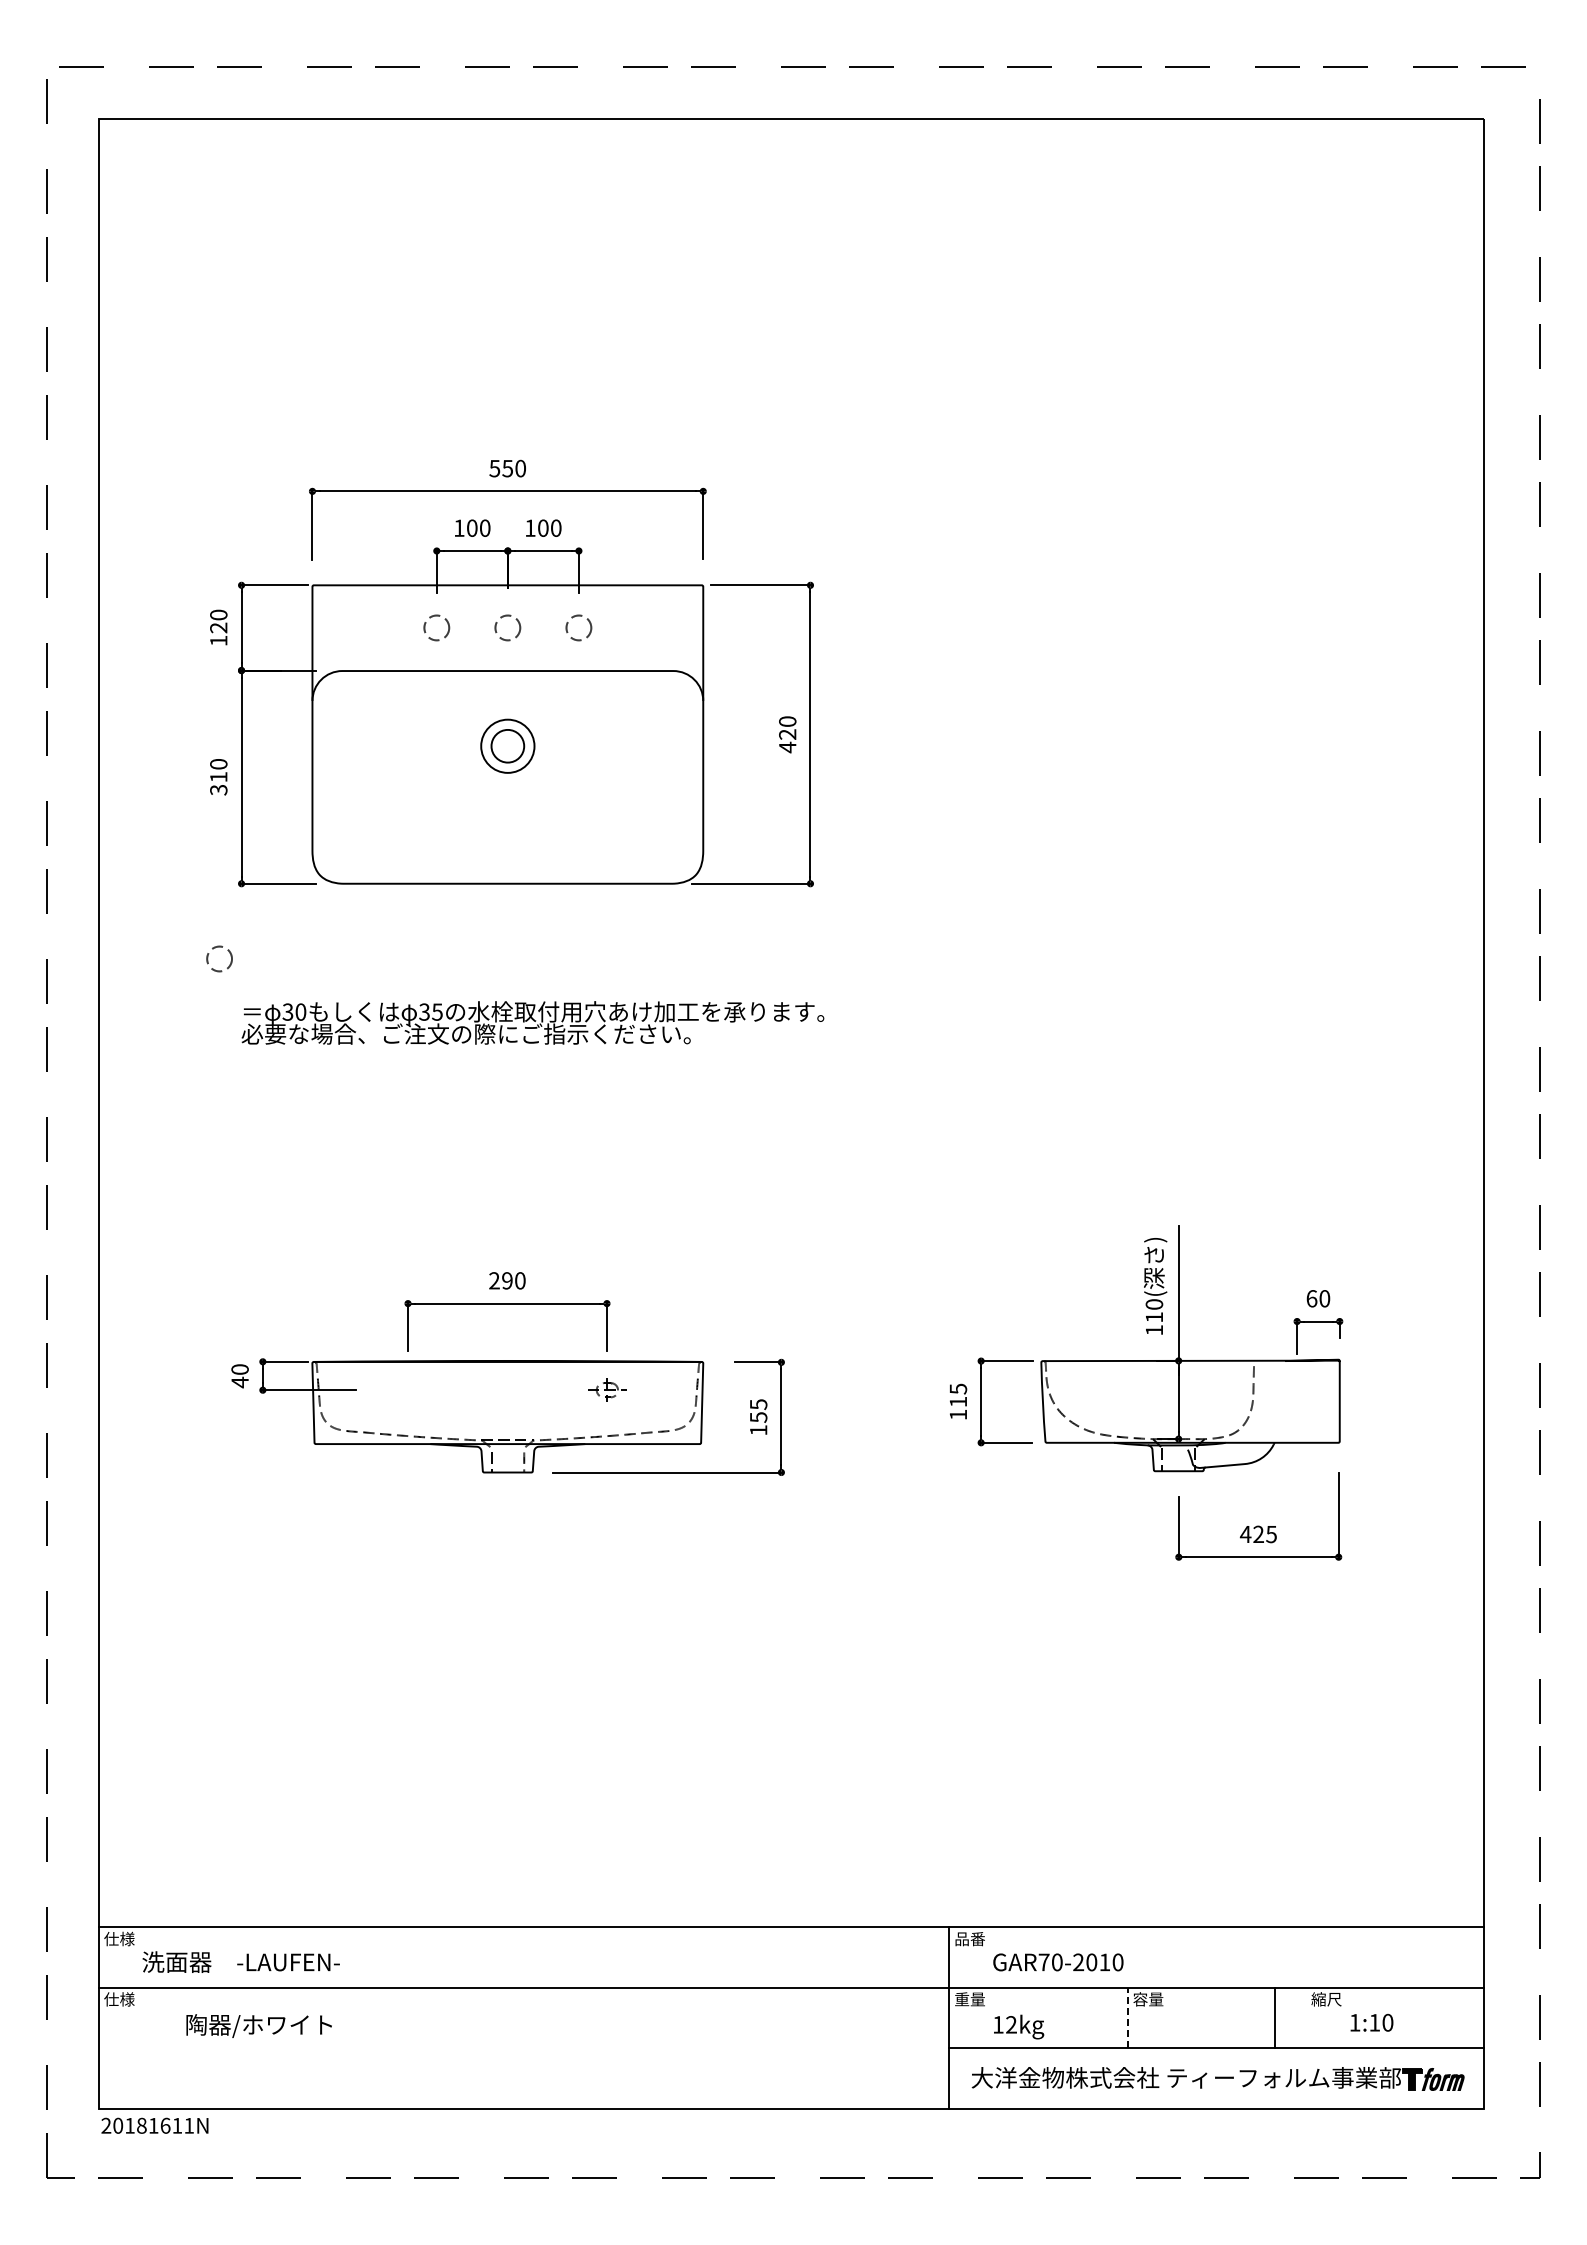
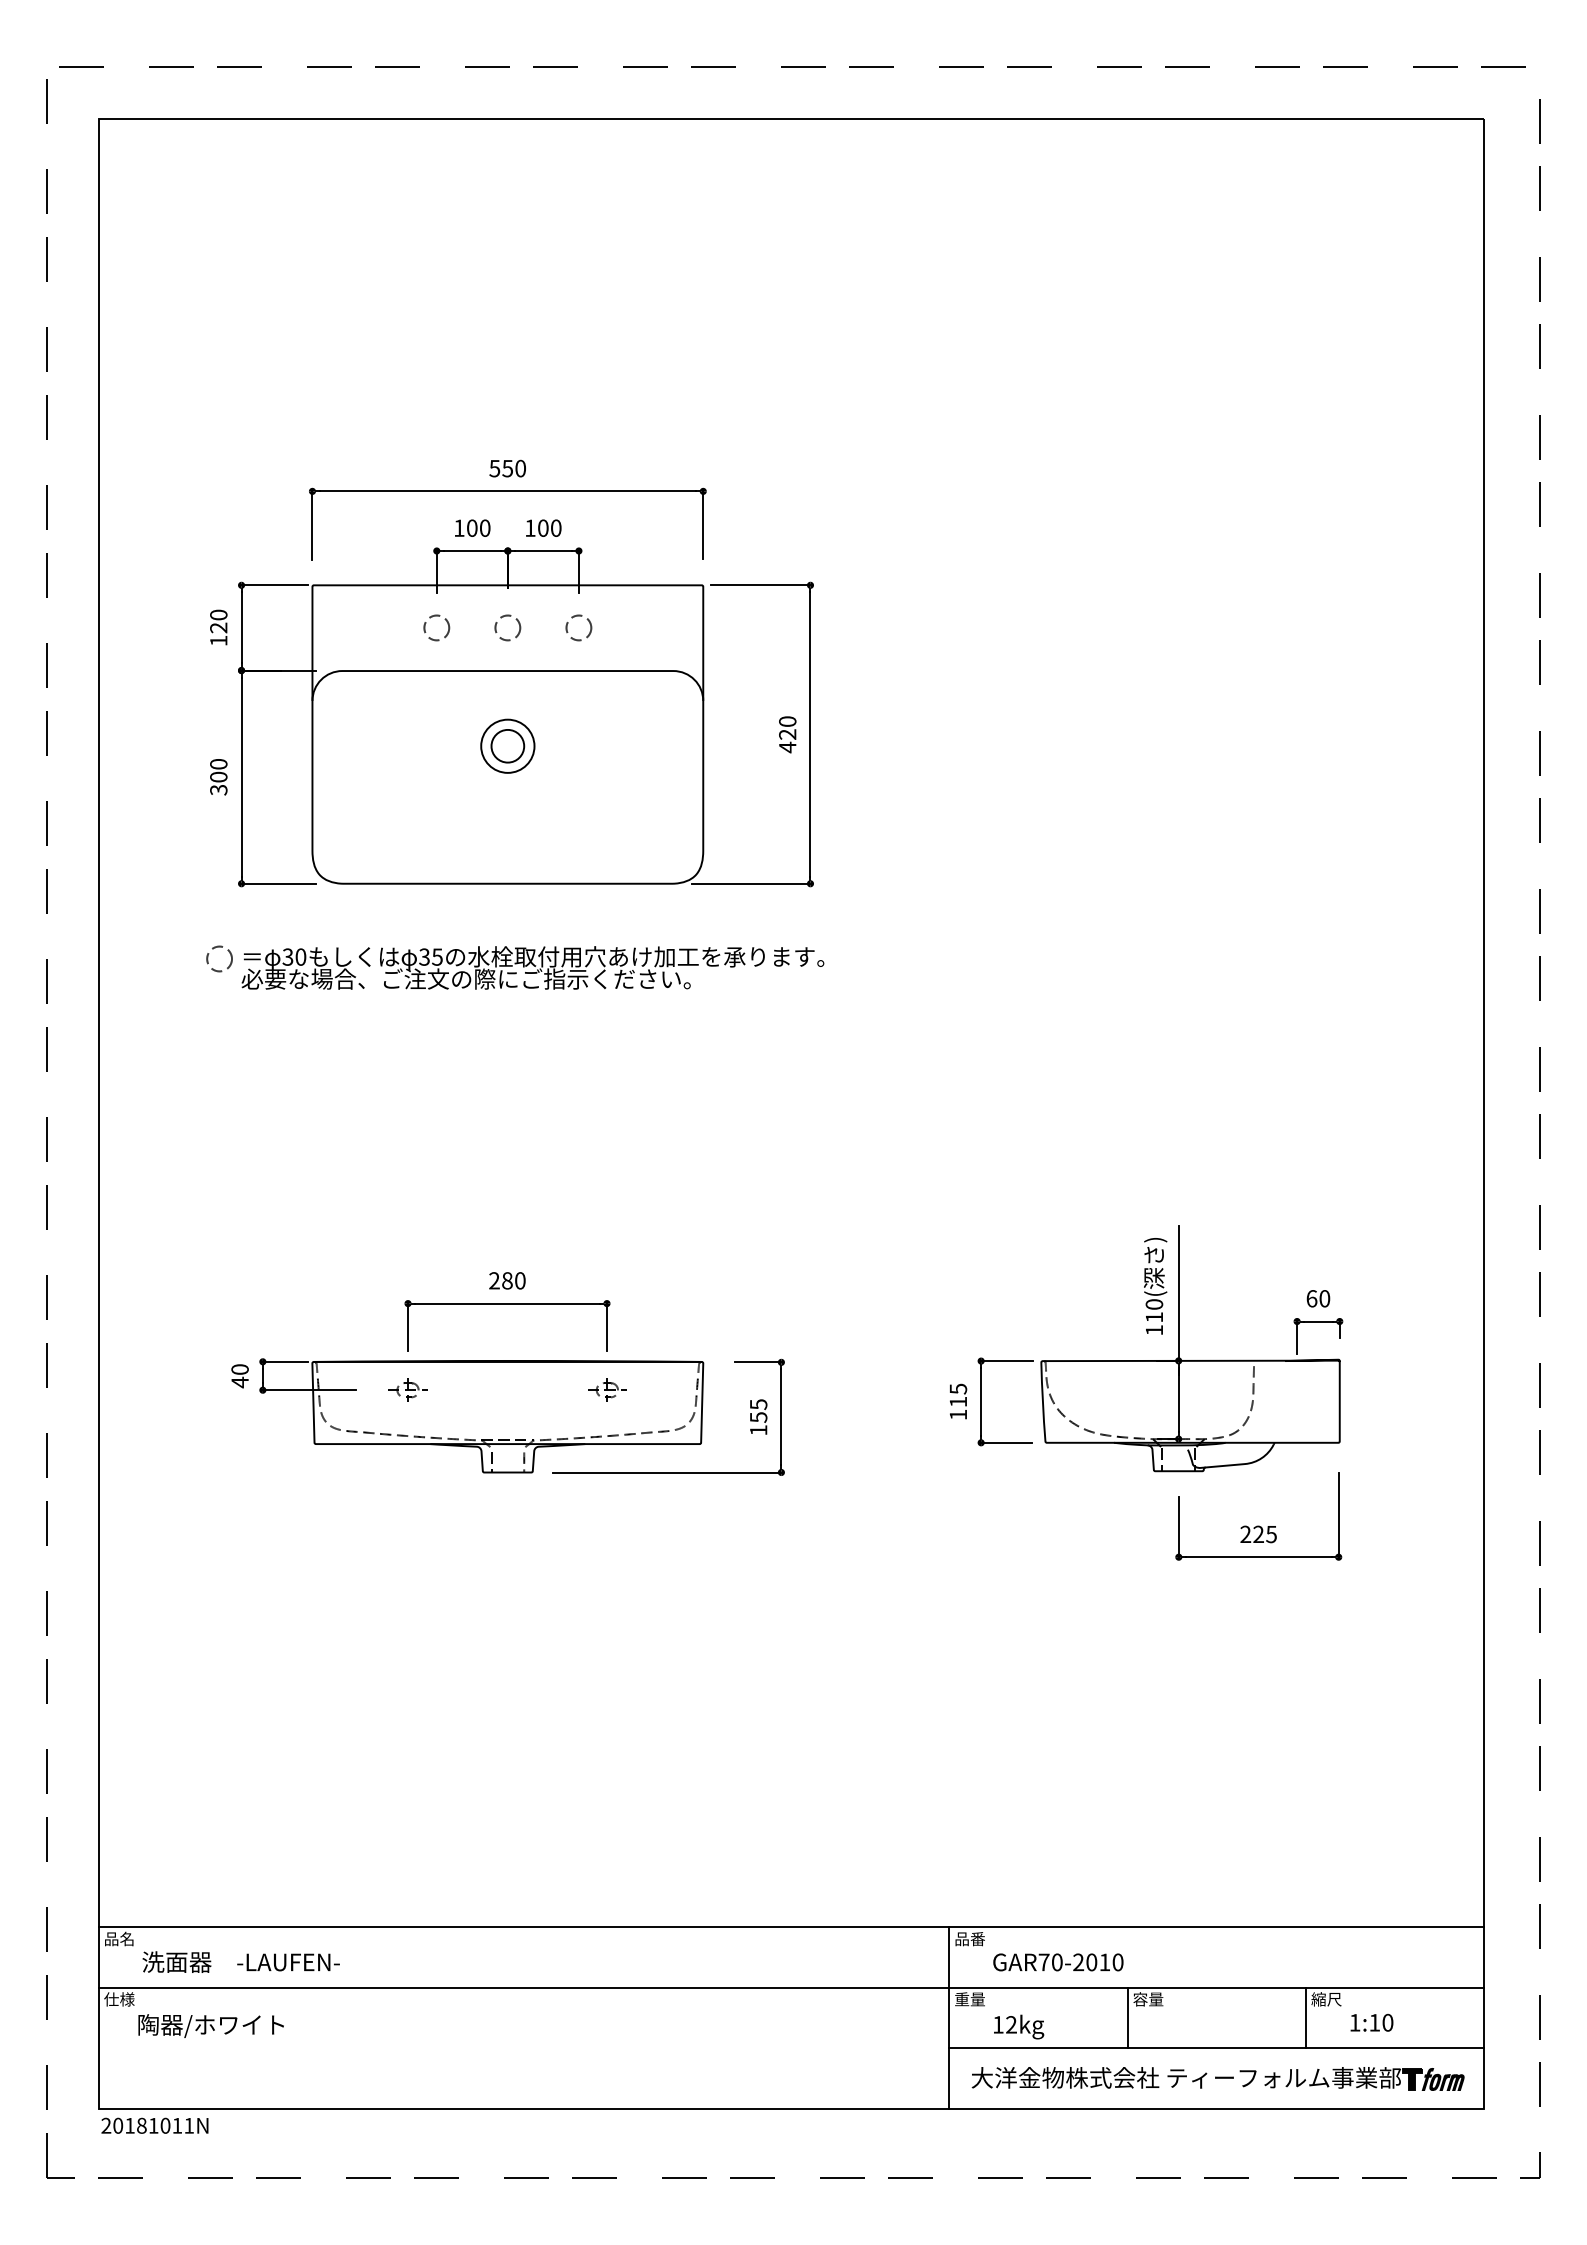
text at (218, 776): 310 -> 300
text at (532, 1022) position: (532, 1022) -> (532, 967)
text at (507, 1280): 290 -> 280
part at (407, 1389): none -> present
text at (1245, 1533): 425 -> 225
text at (119, 1938): 仕様 -> 品名
line at (1127, 2017): dashed -> solid
line at (1274, 2017) position: (1274, 2017) -> (1305, 2017)
text at (258, 2025) position: (258, 2025) -> (210, 2025)
text at (165, 2125): 20181611N -> 20181011N
